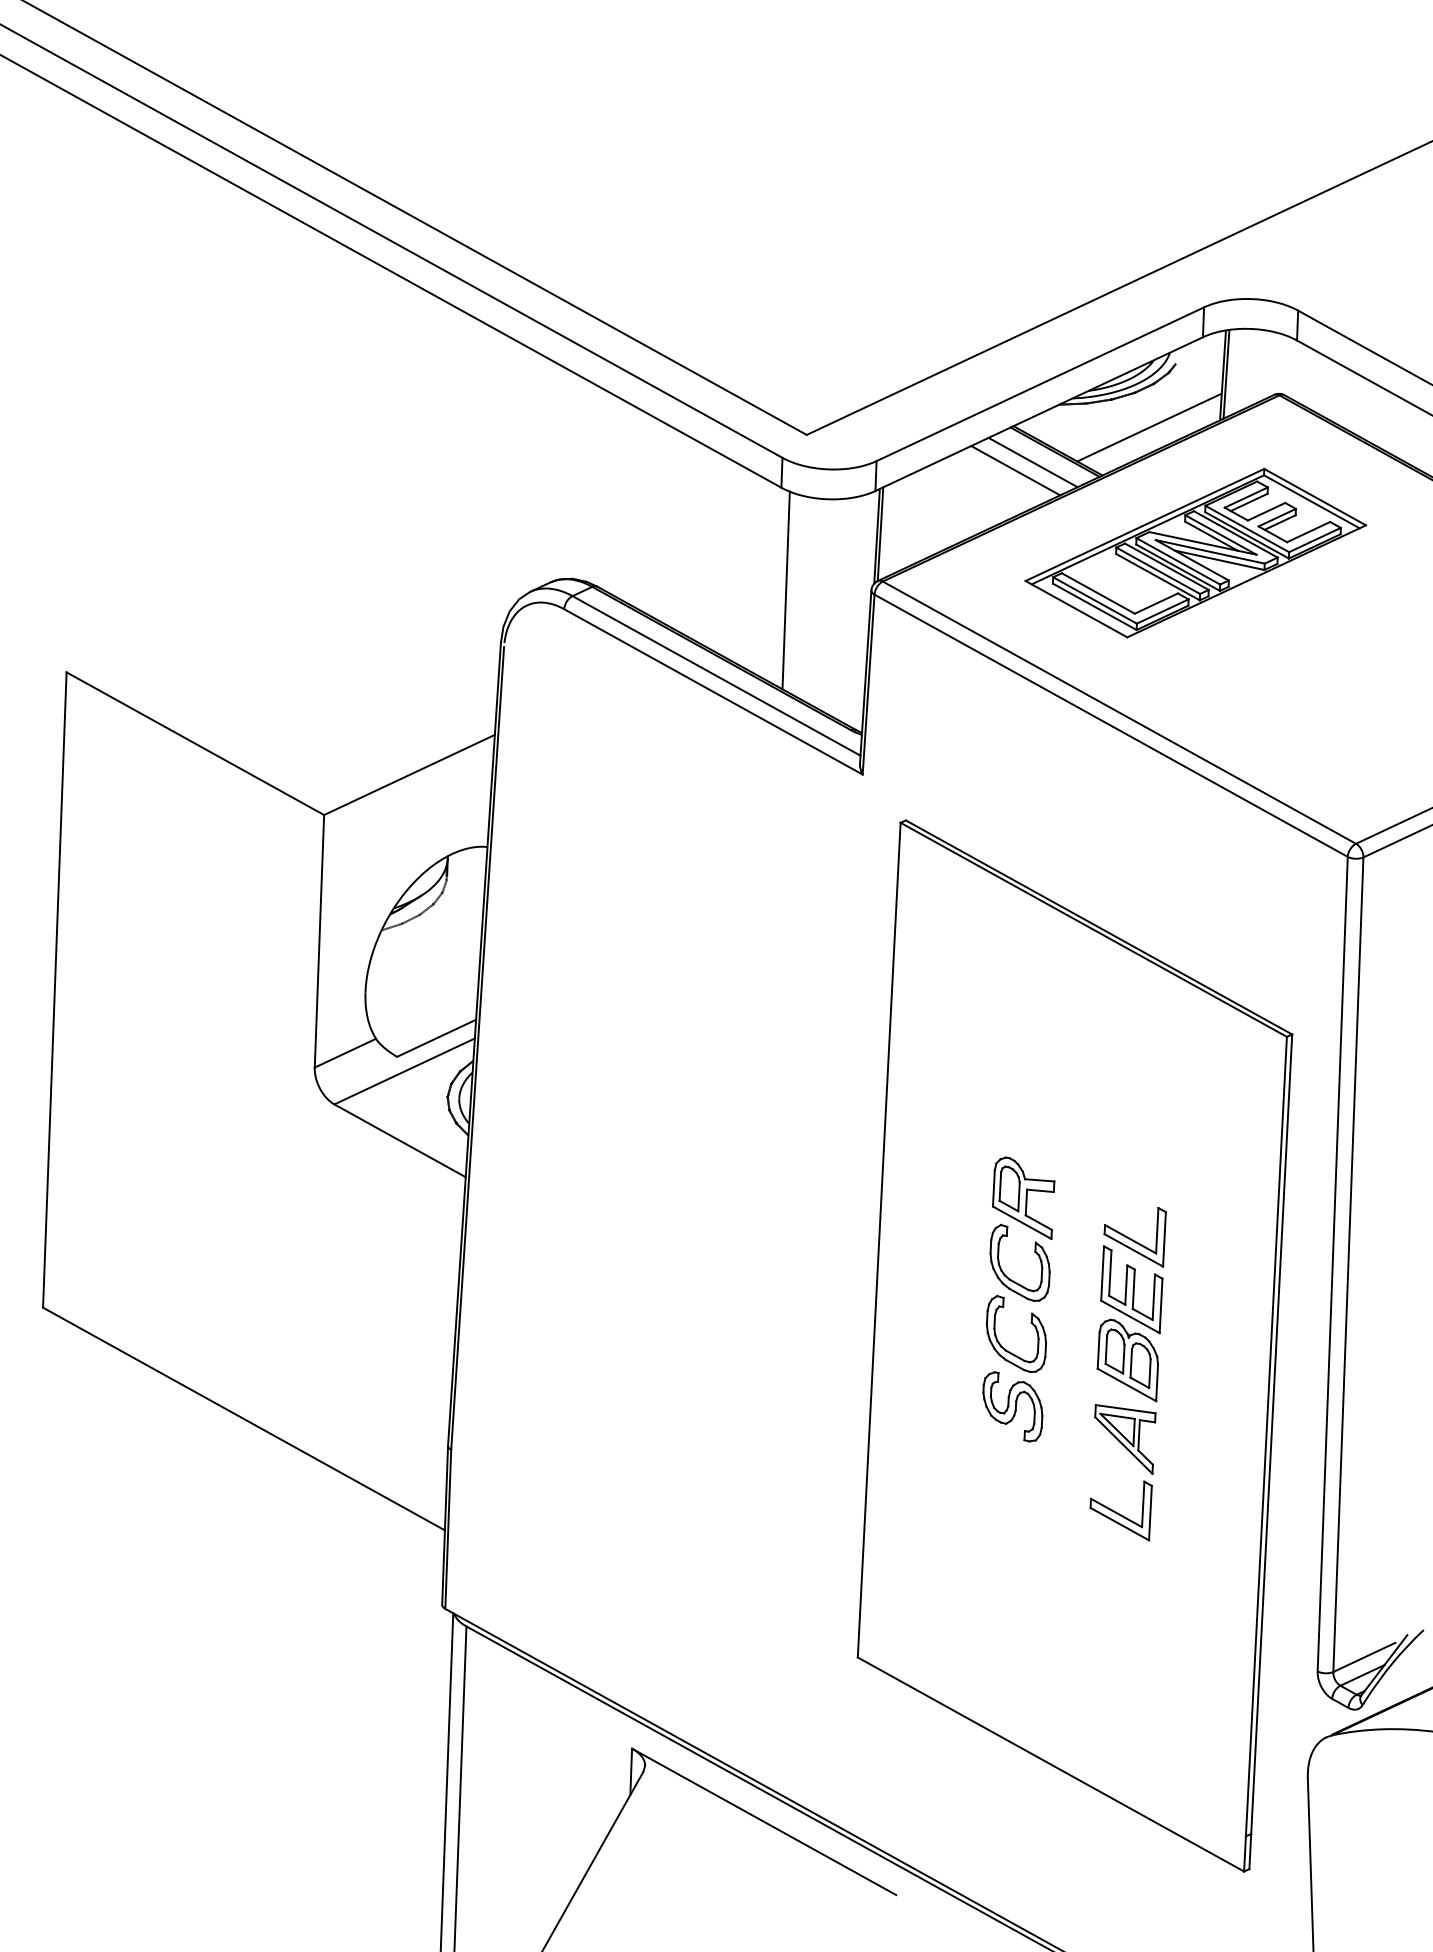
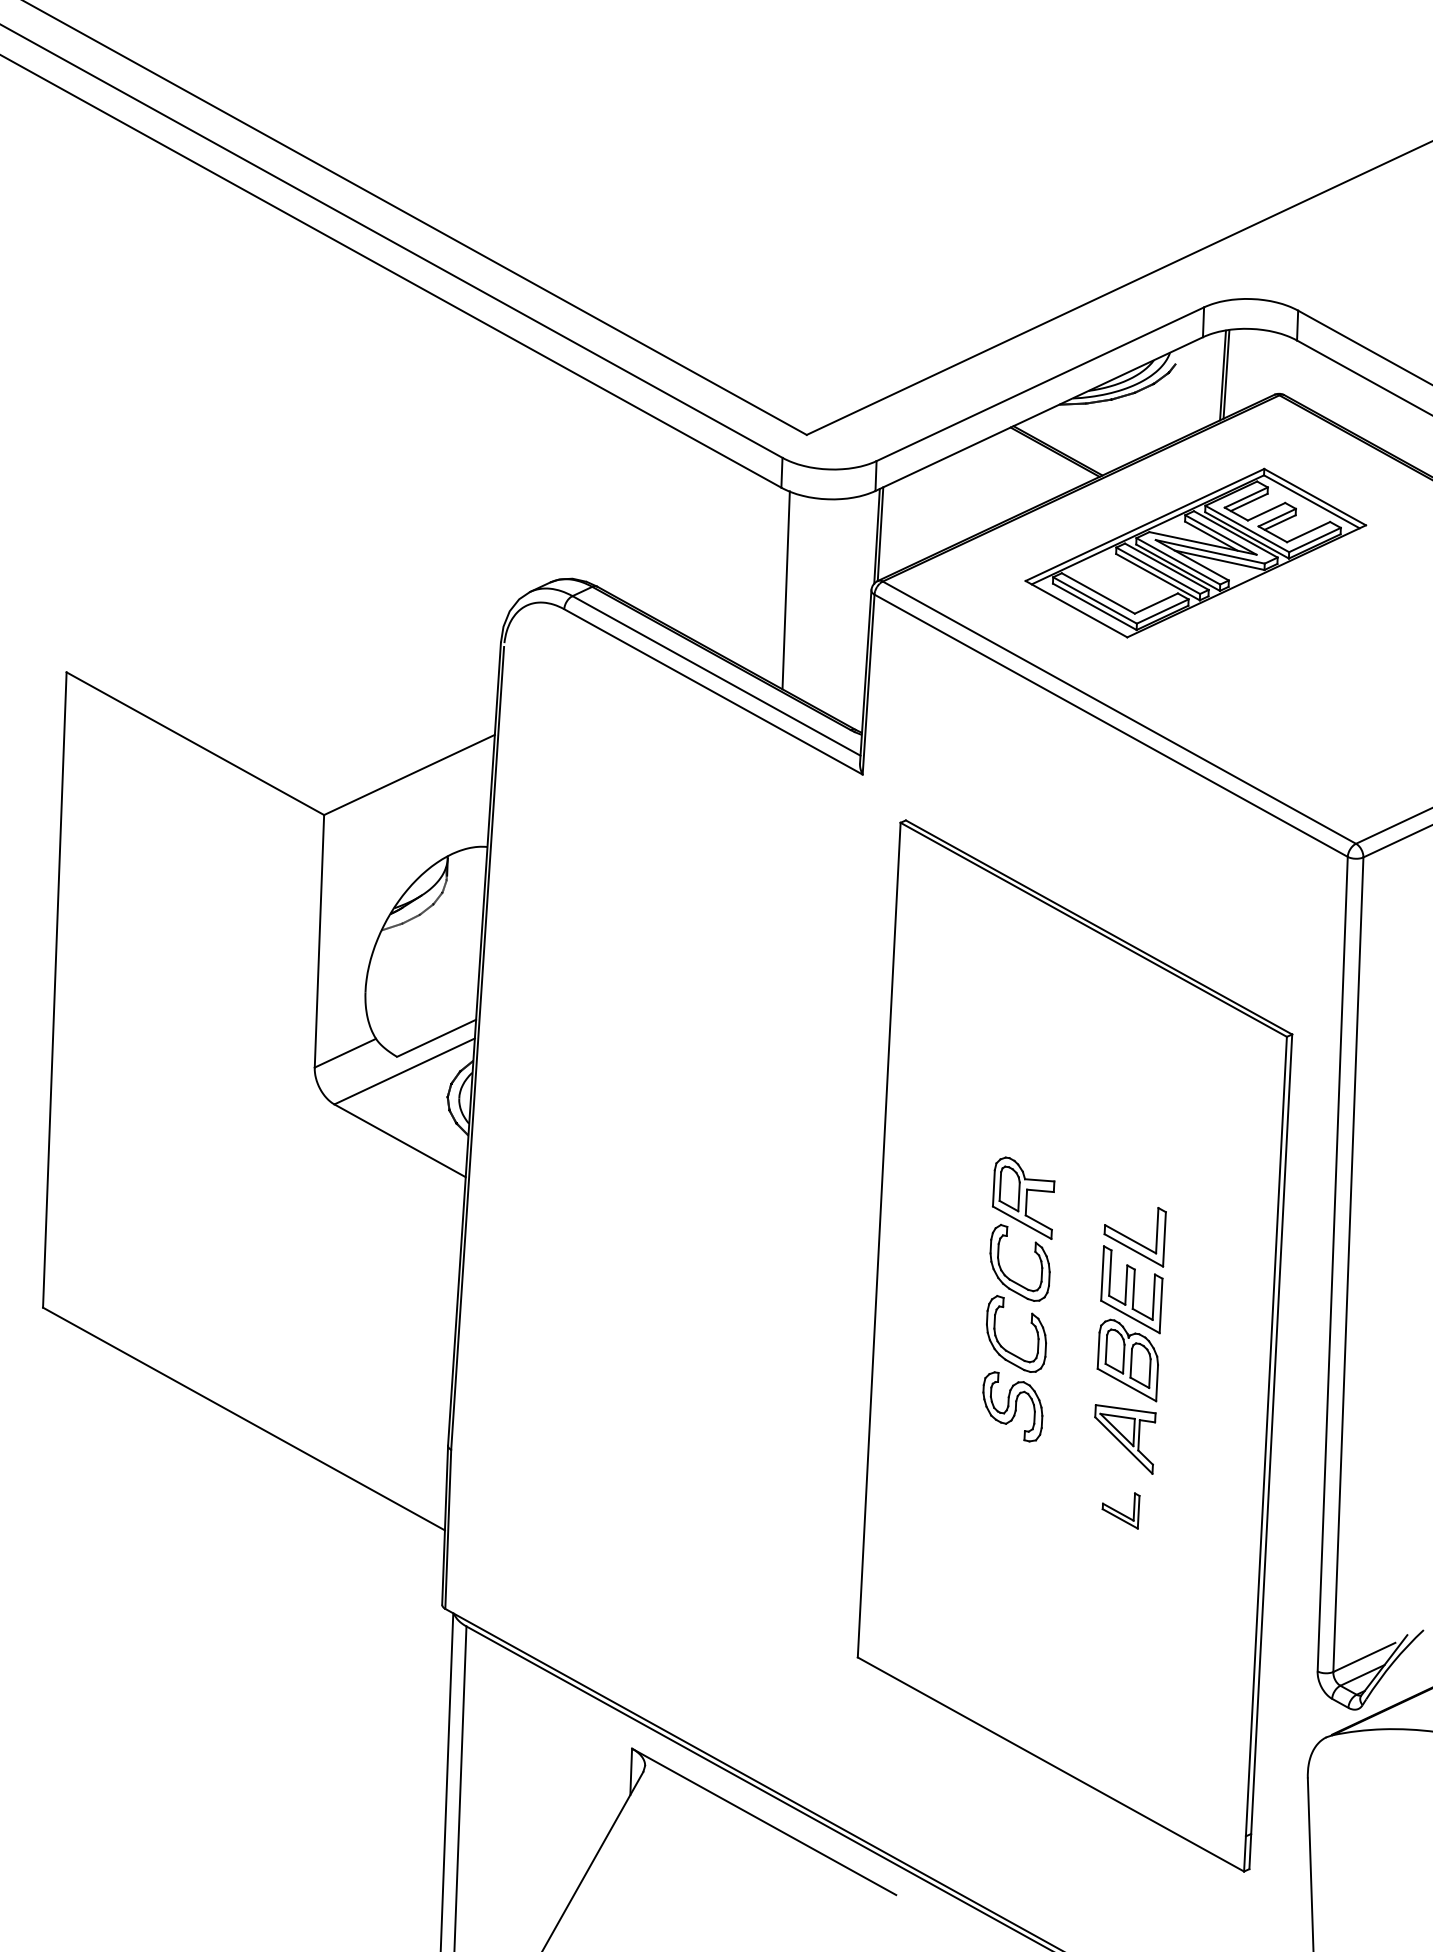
line at (1149, 427): present -> none
line at (1032, 462): present -> none
line at (1015, 470): present -> none
part at (1120, 1510) size: 64x62 px -> 40x38 px
